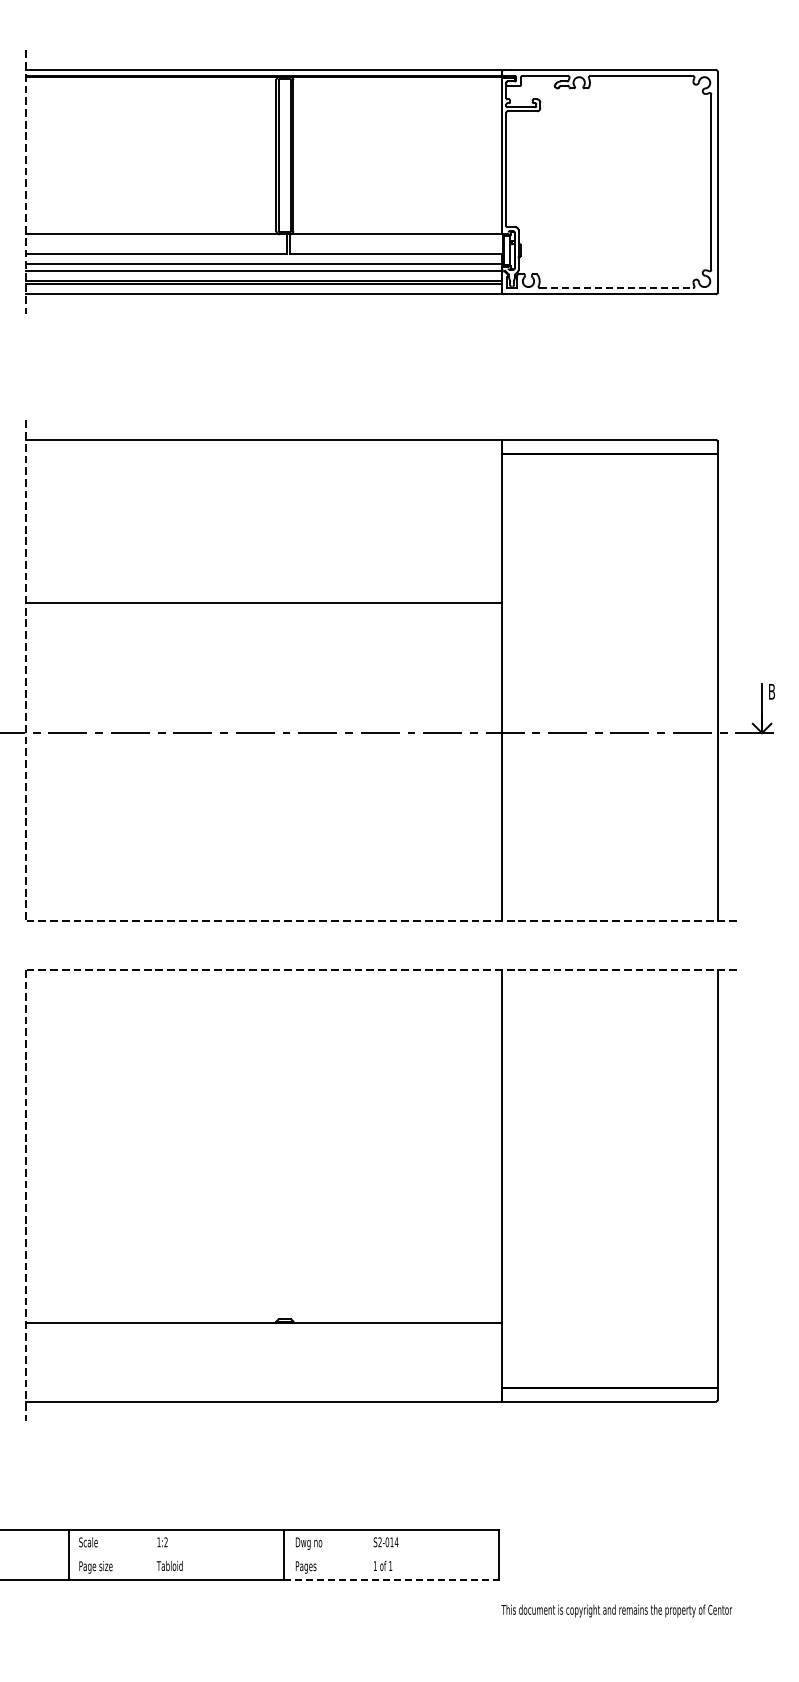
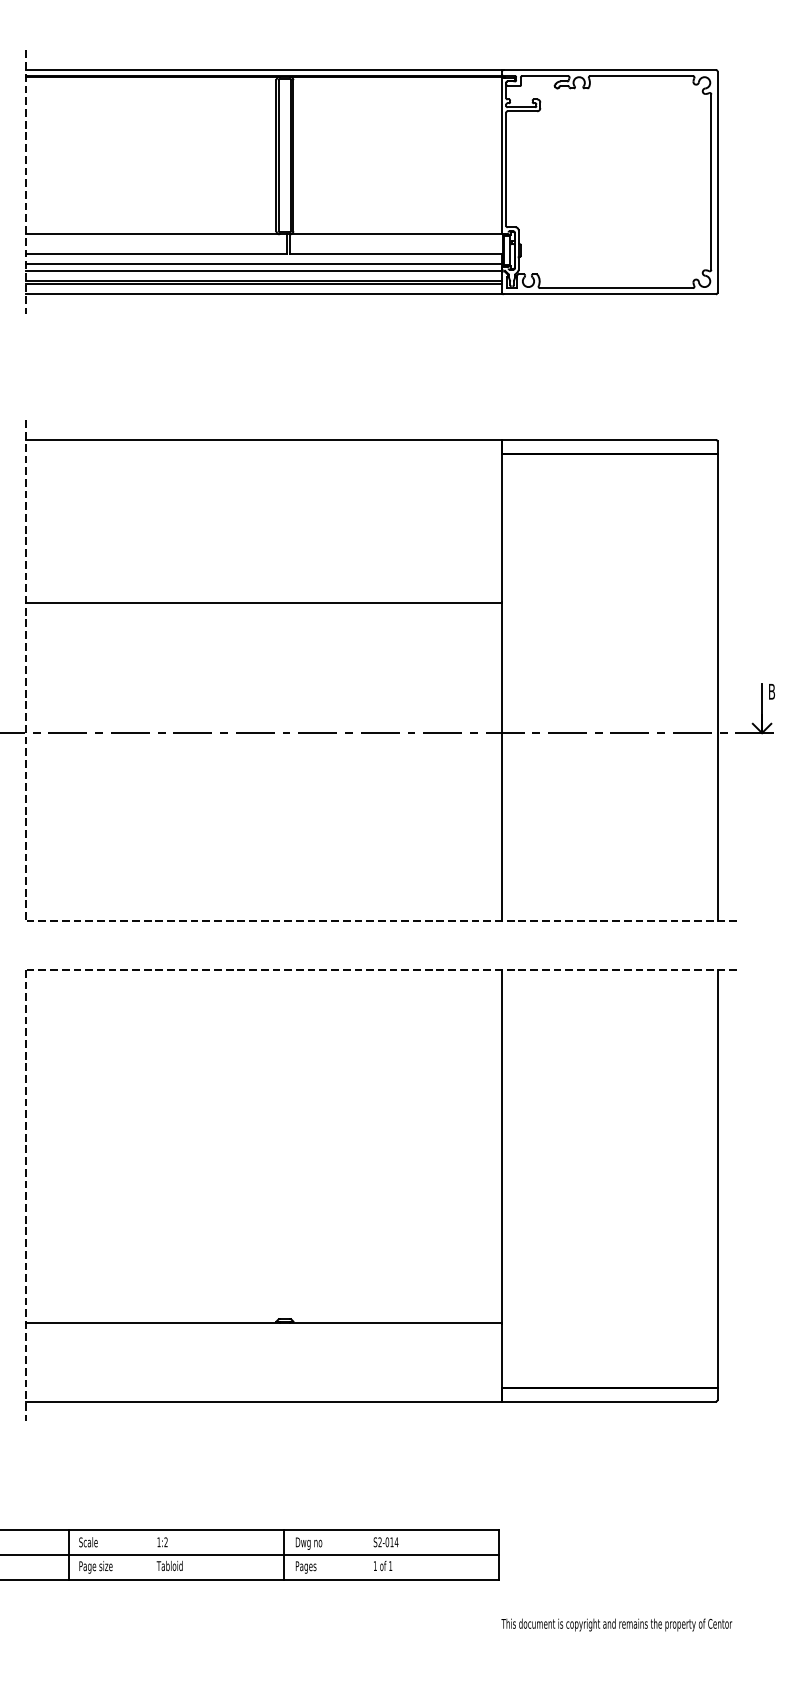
line at (617, 288): dashed -> solid
line at (250, 1555): none -> present
line at (391, 1579): dashed -> solid
text at (616, 1610) position: (616, 1610) -> (616, 1624)
